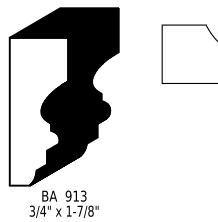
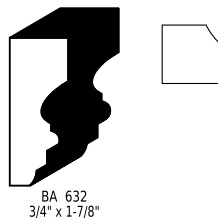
text at (75, 195): 913 -> 632
